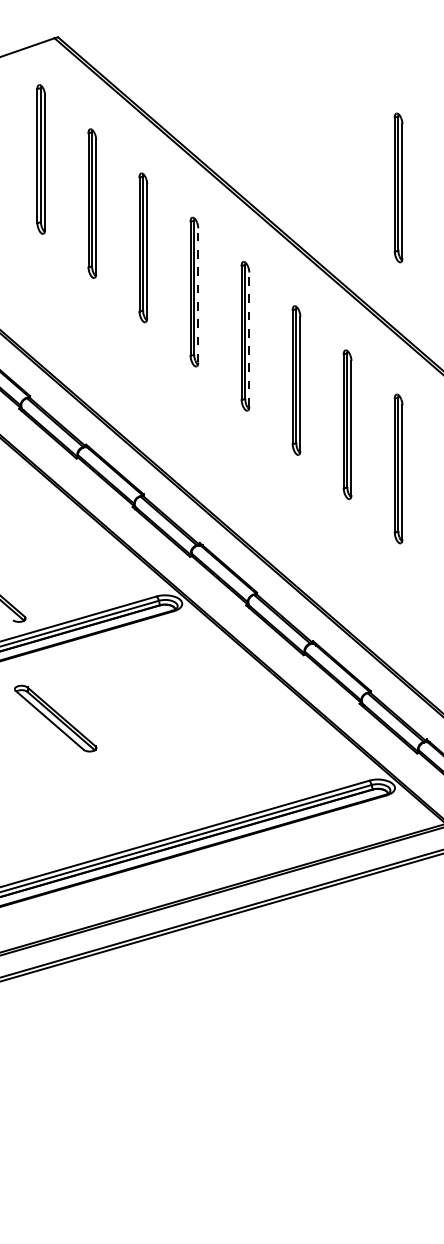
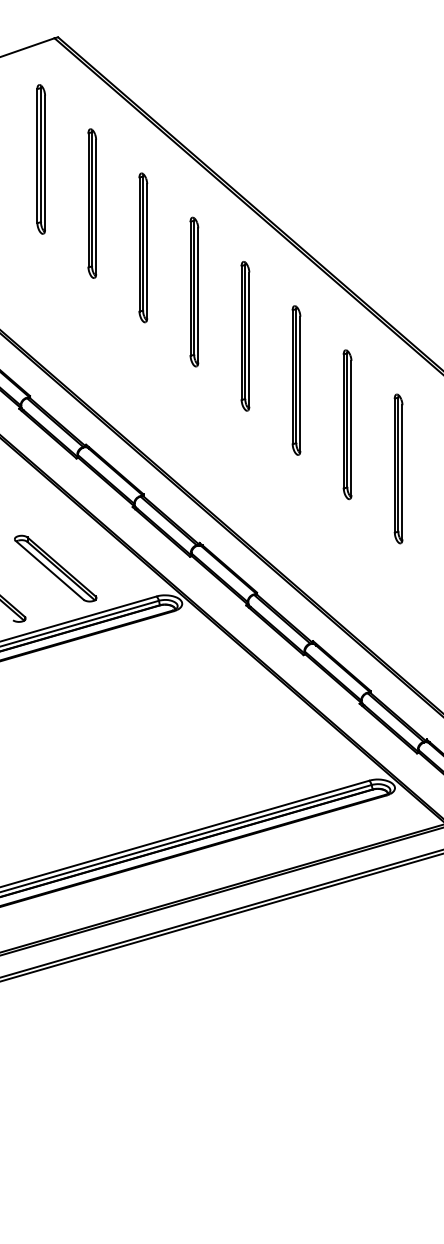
part at (398, 187): present -> none
line at (198, 294): dashed -> solid
line at (249, 339): dashed -> solid
part at (55, 718) position: (55, 718) -> (55, 568)
